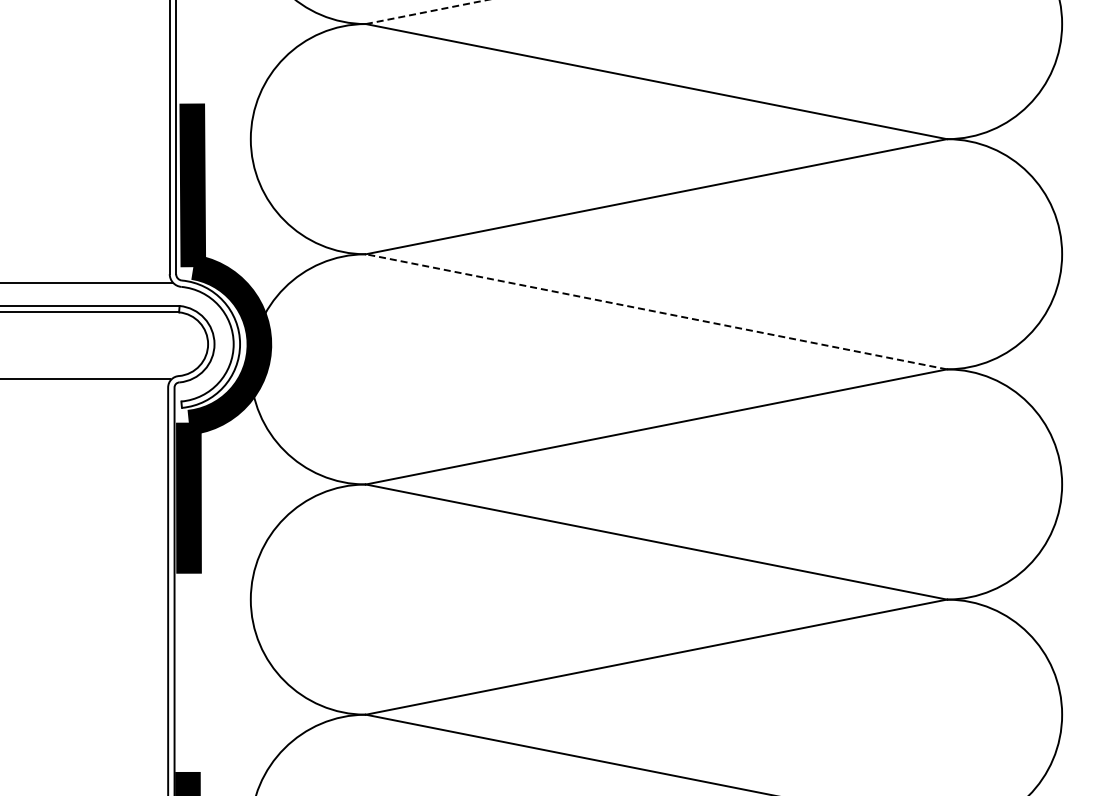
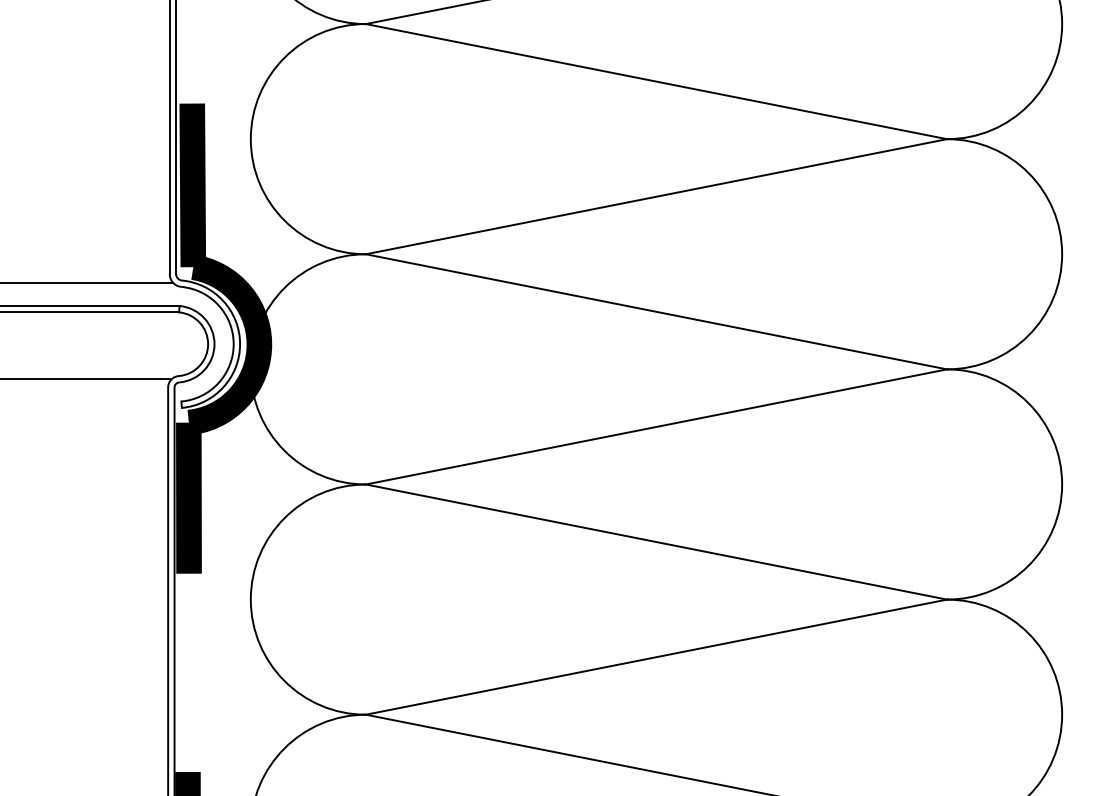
line at (426, 12): dashed -> solid
line at (655, 311): dashed -> solid
